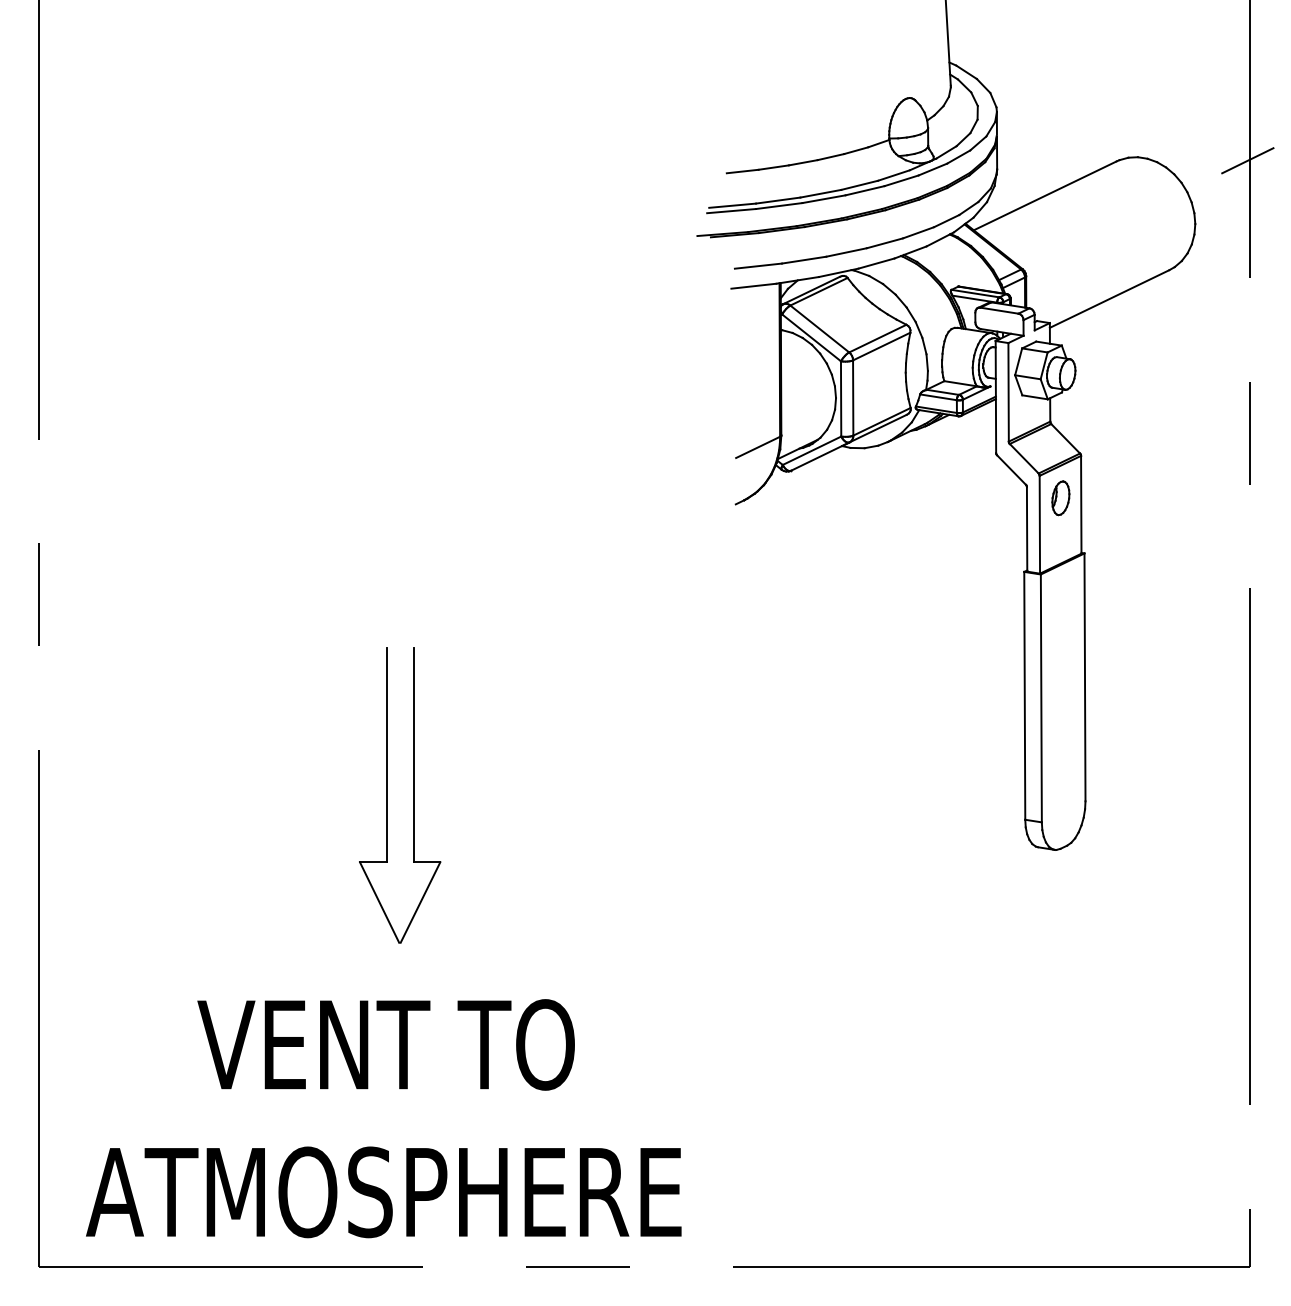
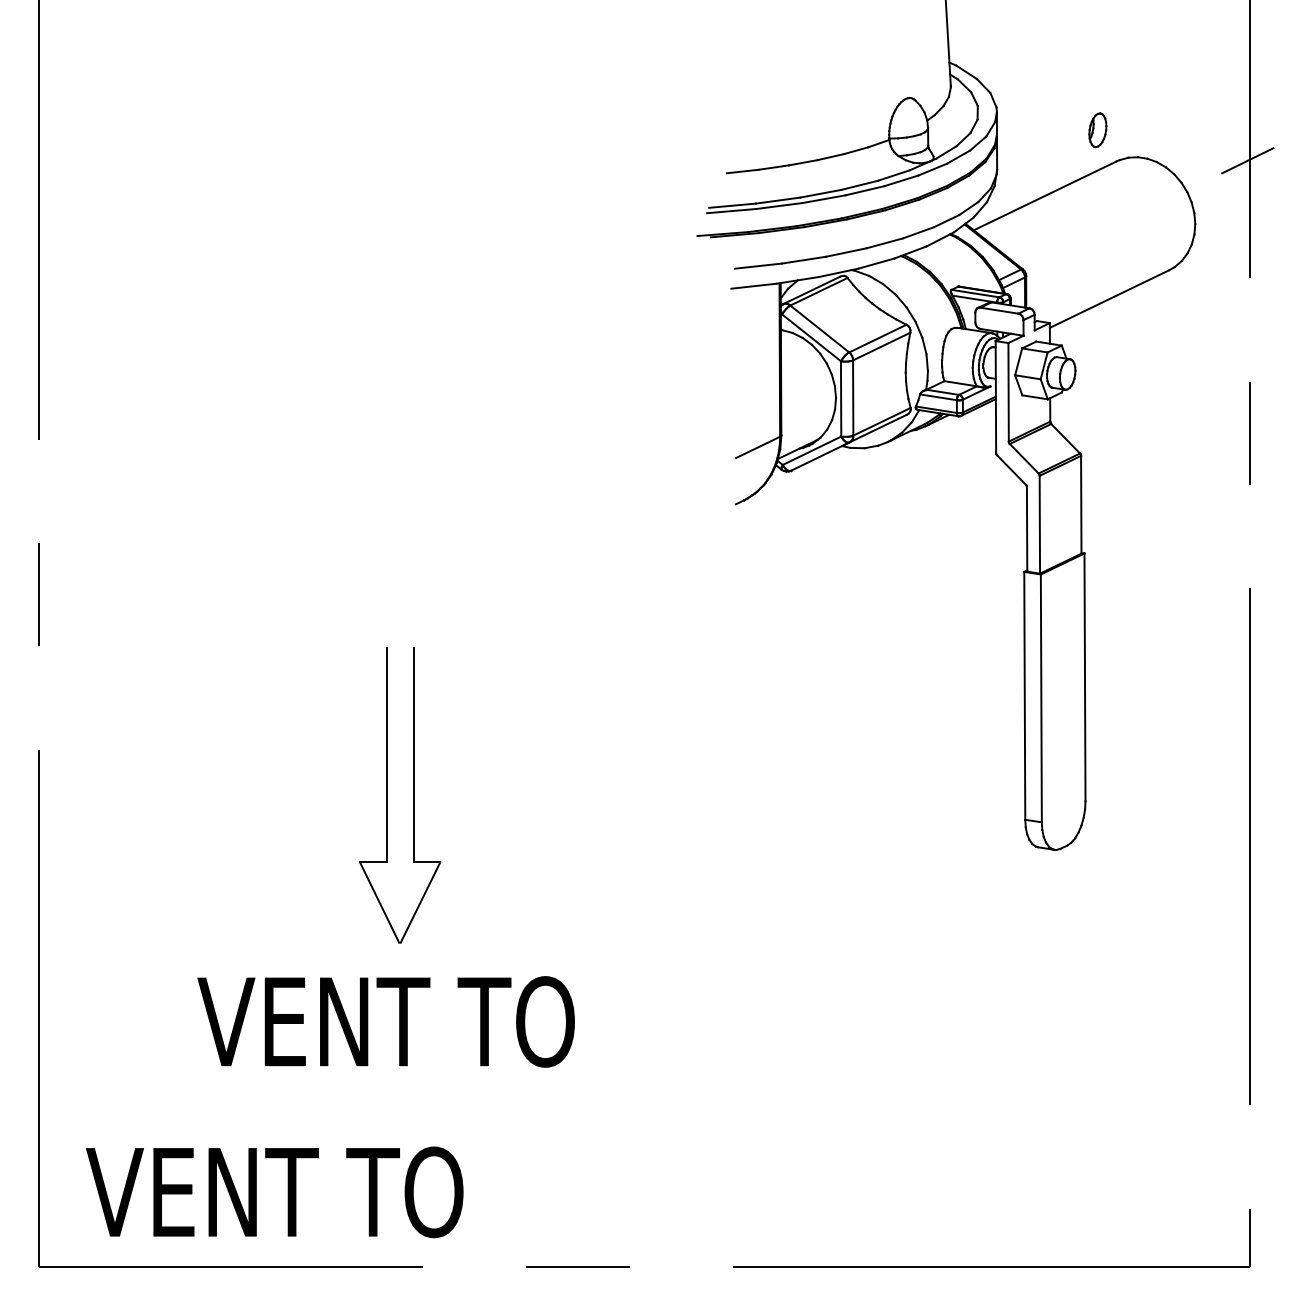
part at (1060, 498) position: (1060, 498) -> (1097, 130)
text at (385, 1044) position: (385, 1044) -> (385, 1021)
text at (383, 1192): ATMOSPHERE -> VENT TO
